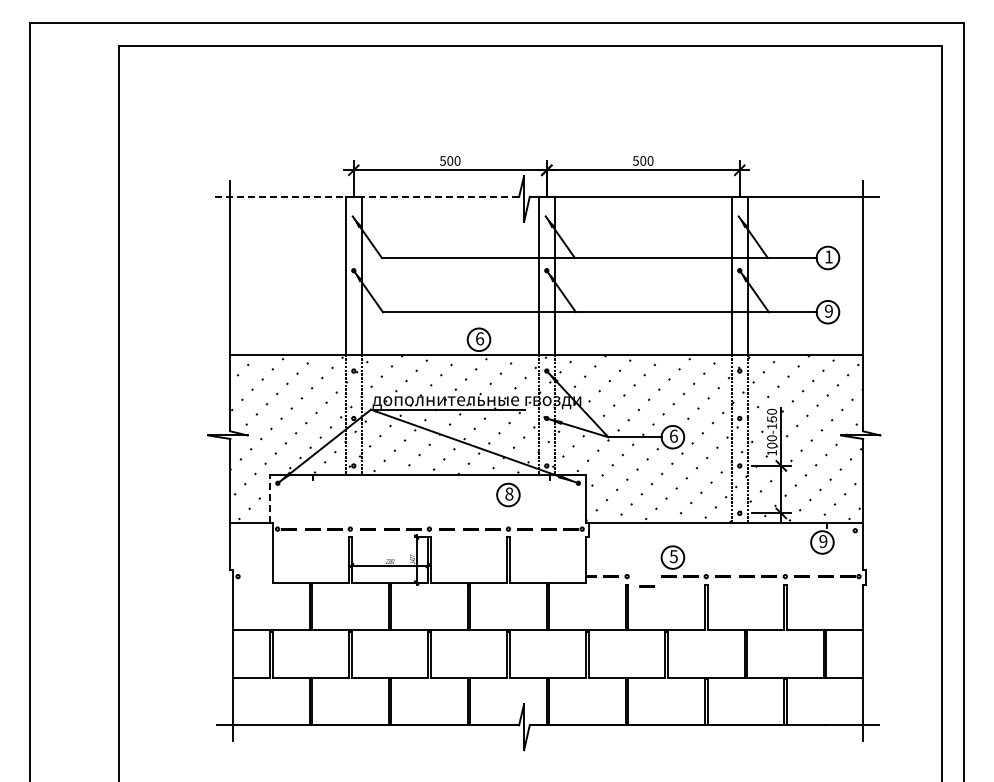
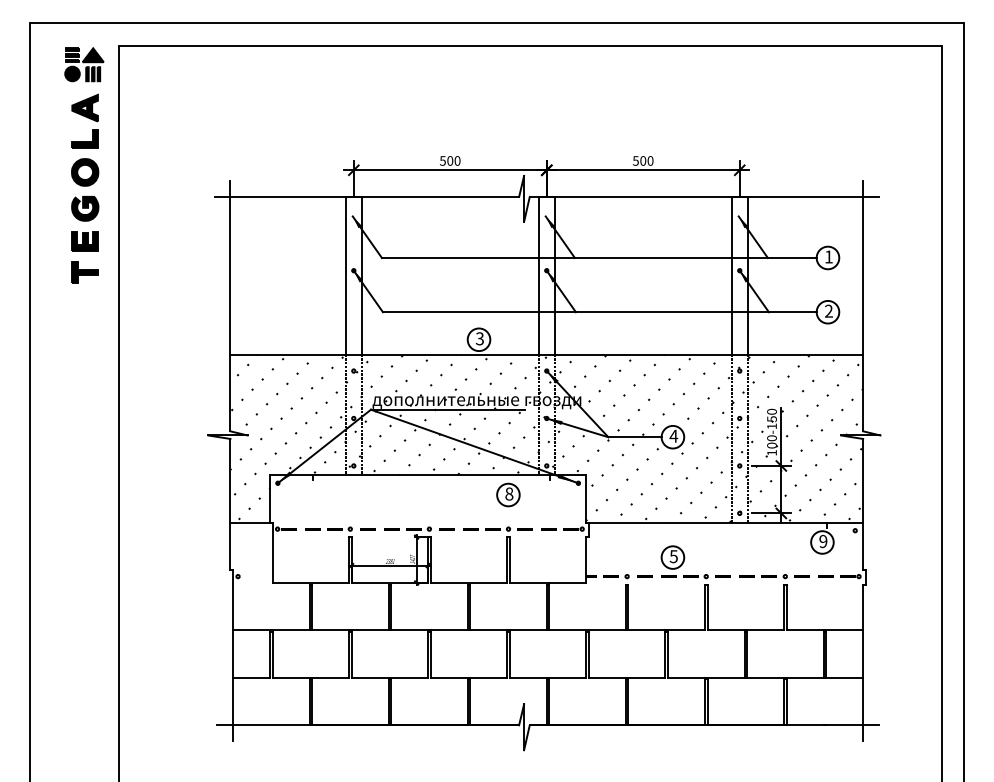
part at (84, 165): none -> present
line at (367, 196): dashed -> solid
text at (828, 311): 9 -> 2
text at (479, 338): 6 -> 3
text at (673, 435): 6 -> 4
line at (269, 499): dashed -> solid
line at (646, 586) position: (646, 586) -> (644, 576)
